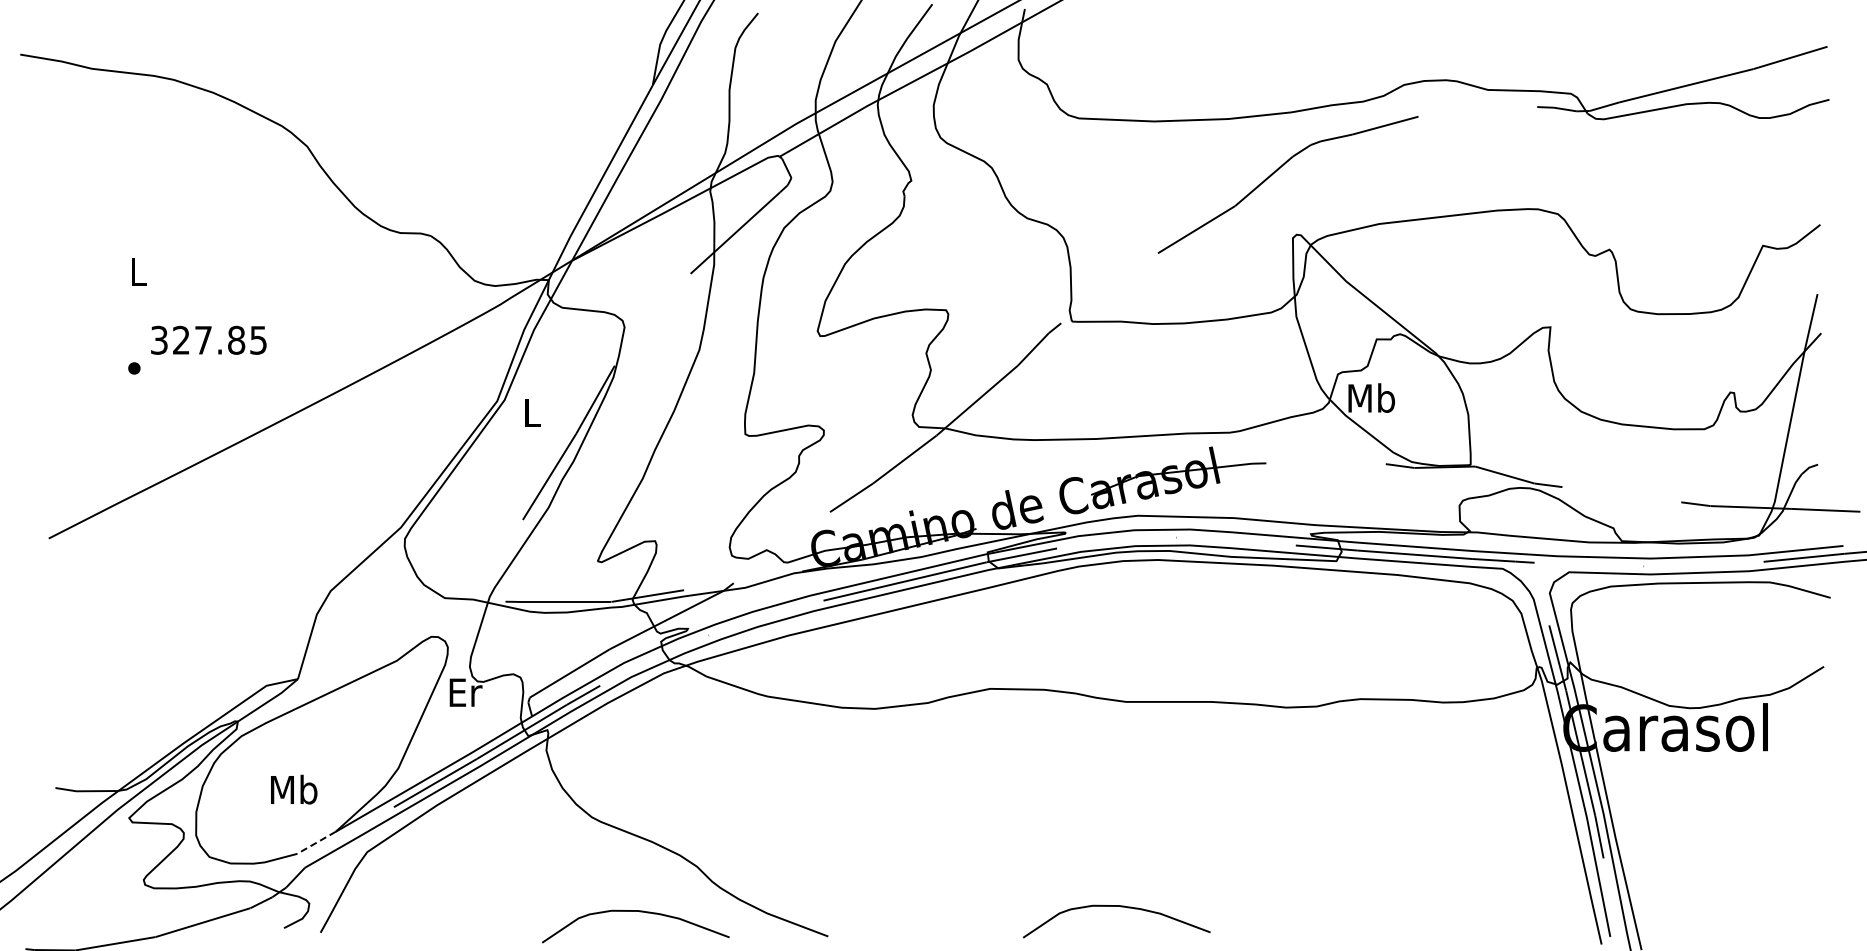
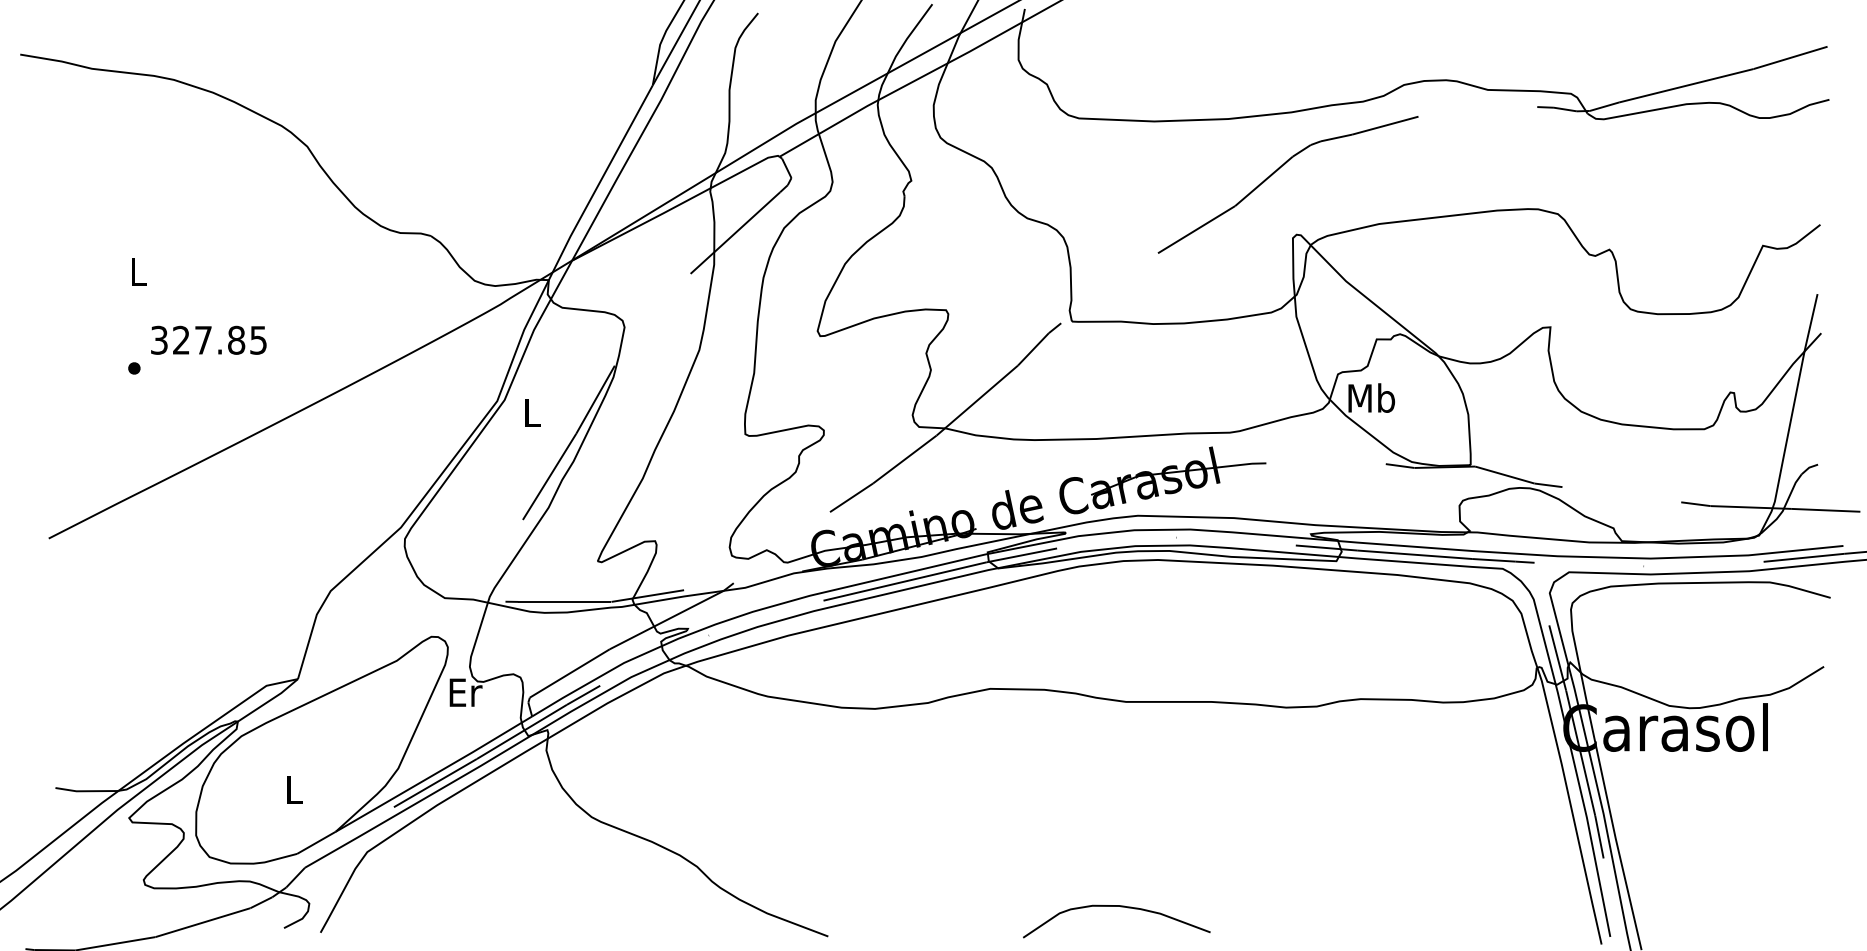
text at (294, 789): Mb -> L
line at (316, 843): dashed -> solid
curve at (639, 912): present -> none
